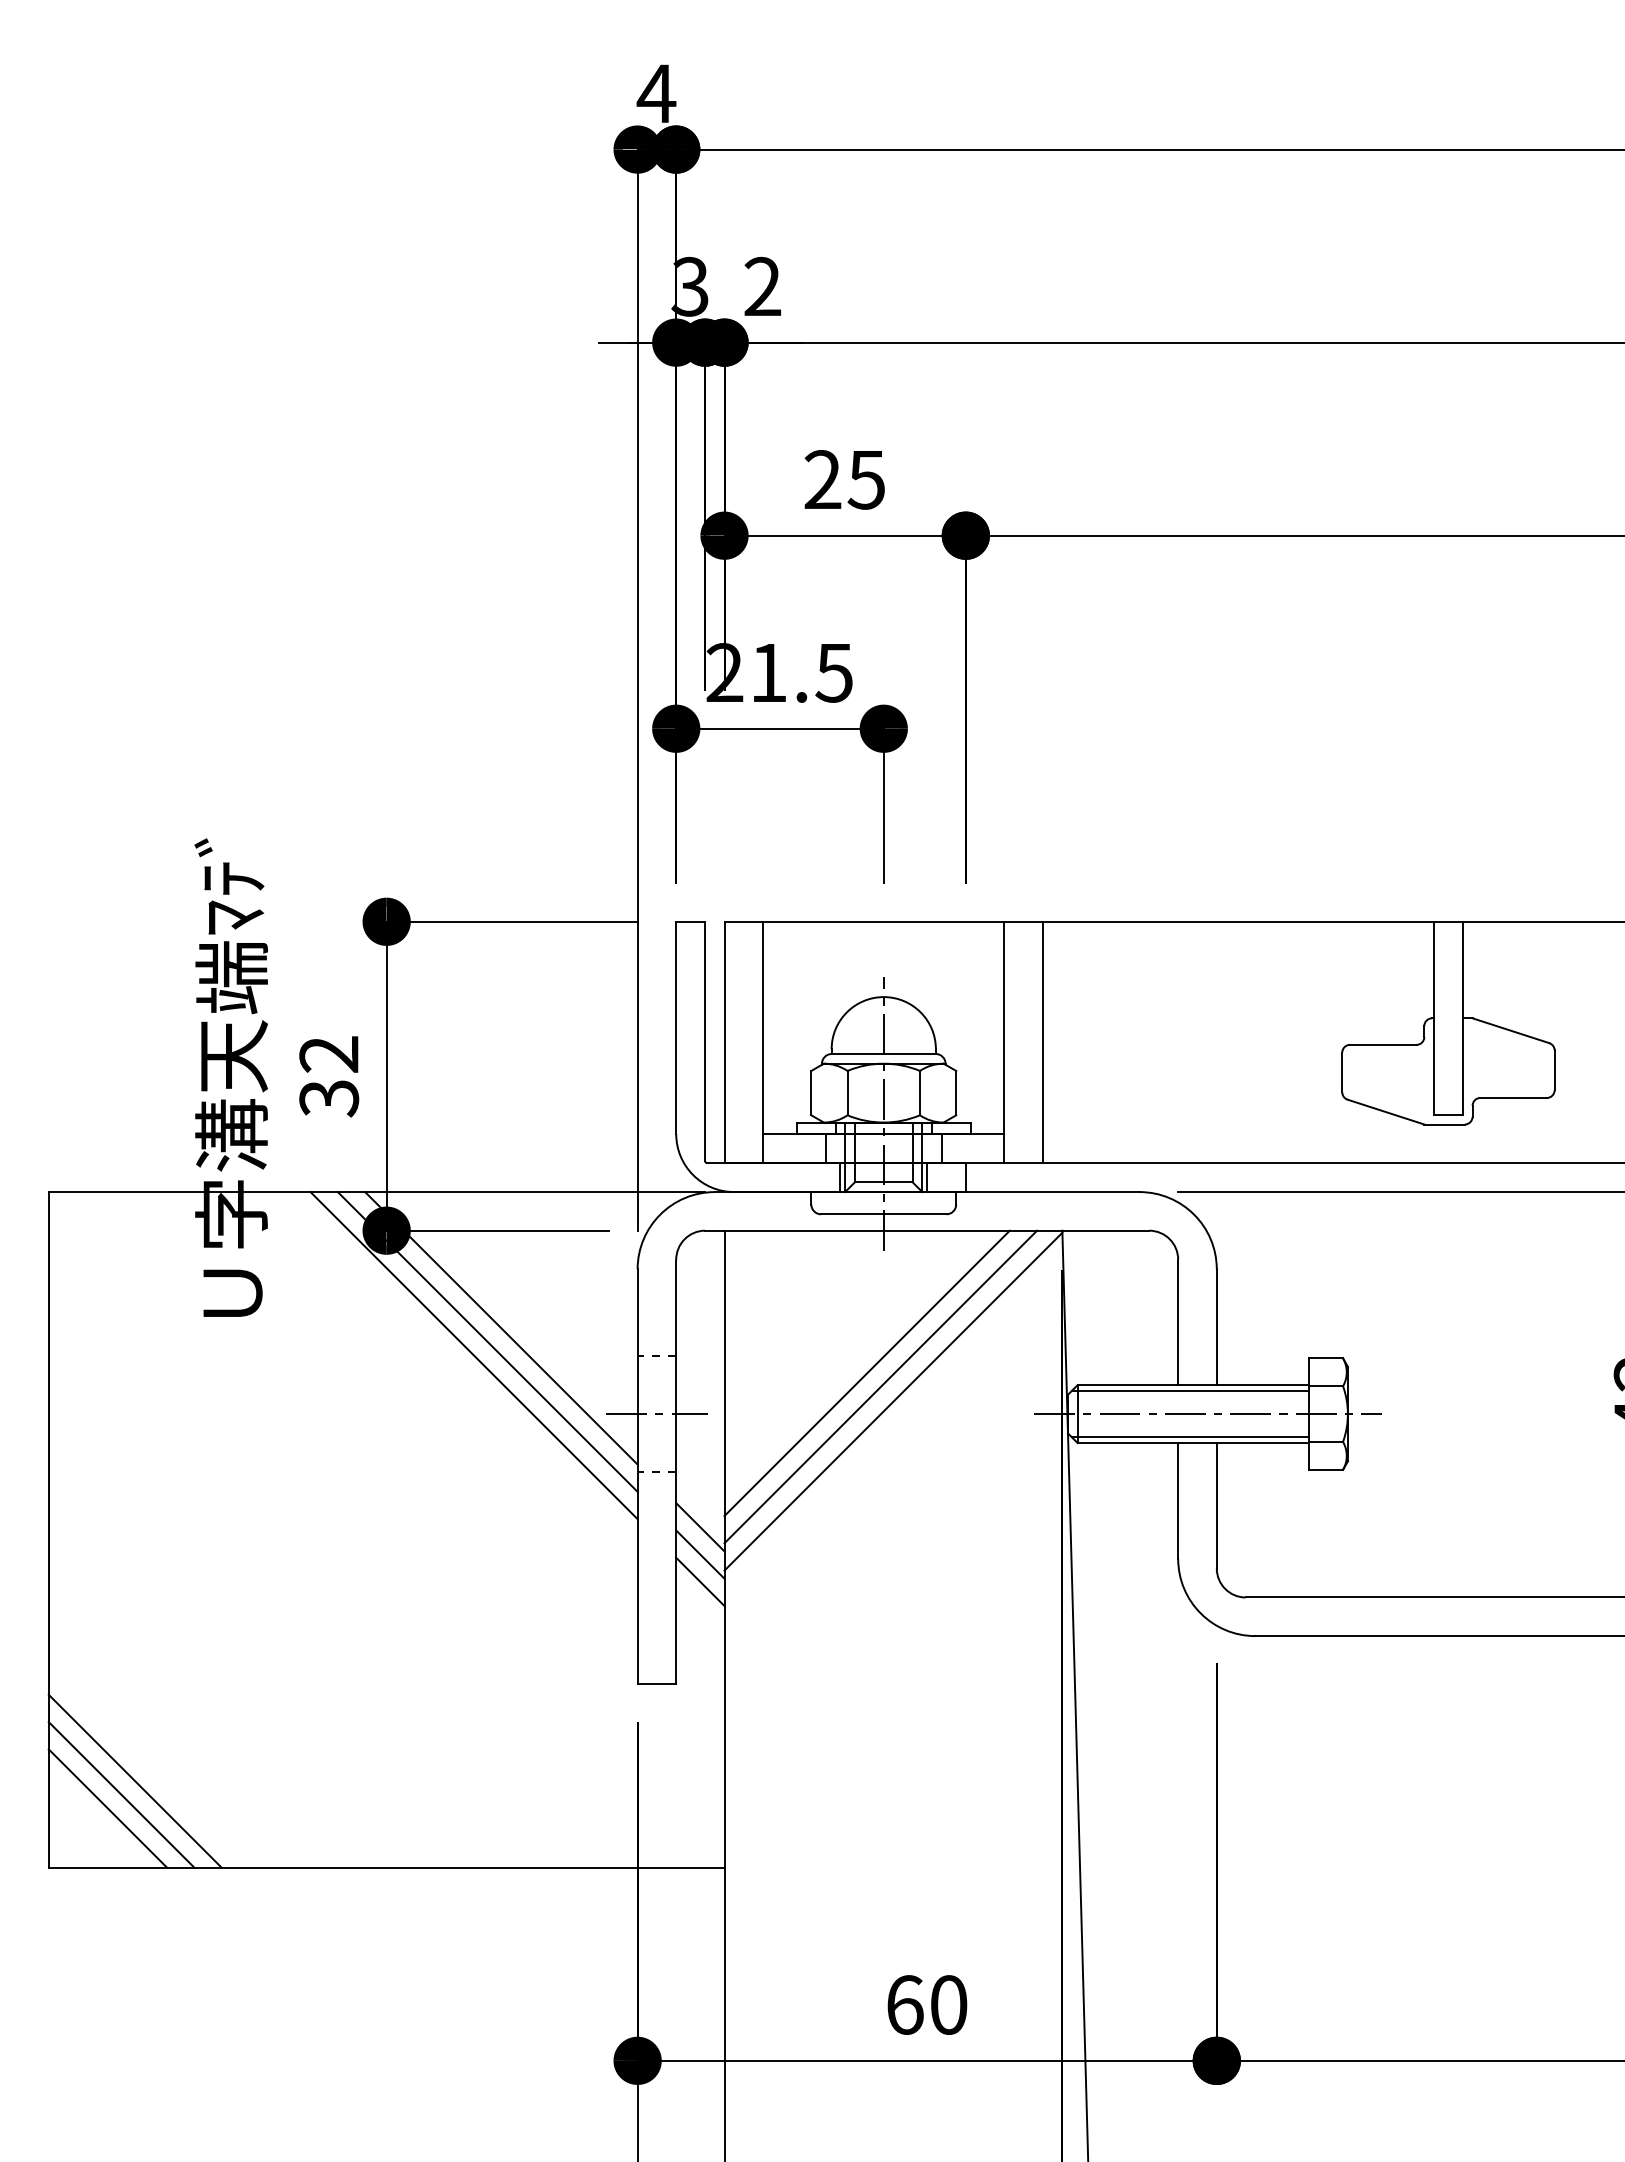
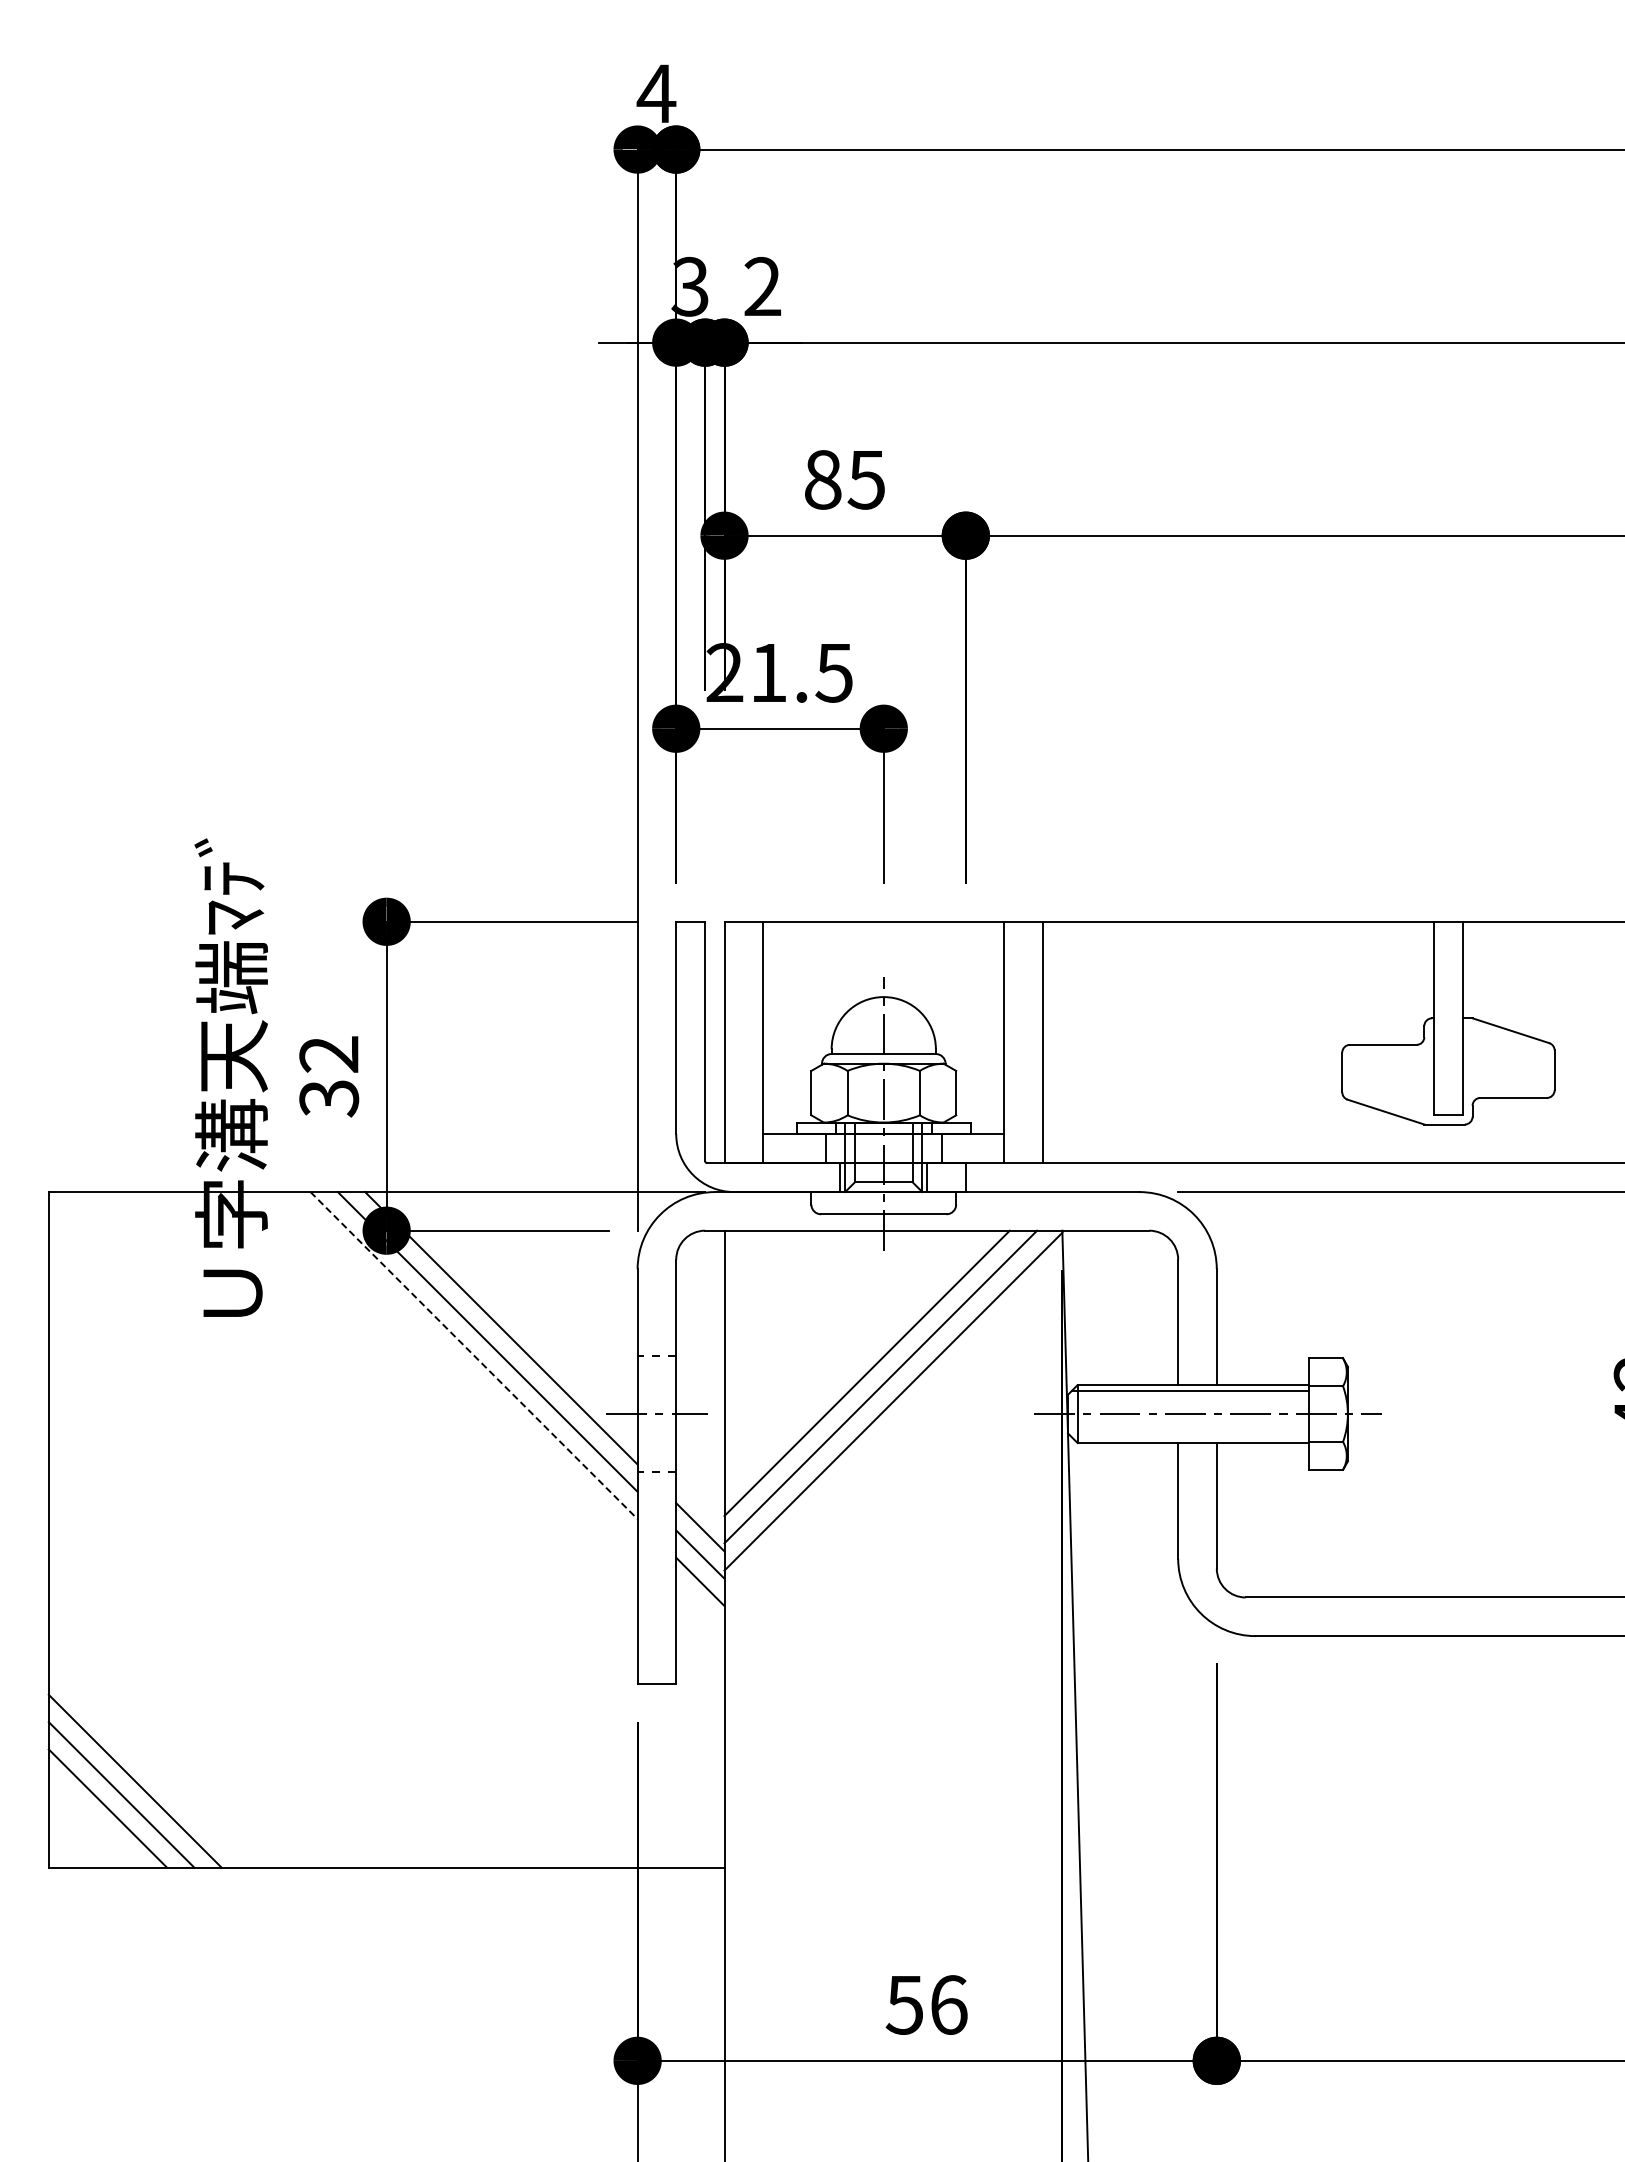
text at (822, 479): 25 -> 85
line at (474, 1355): solid -> dashed
line at (1190, 1437): present -> none
text at (926, 2004): 60 -> 56
